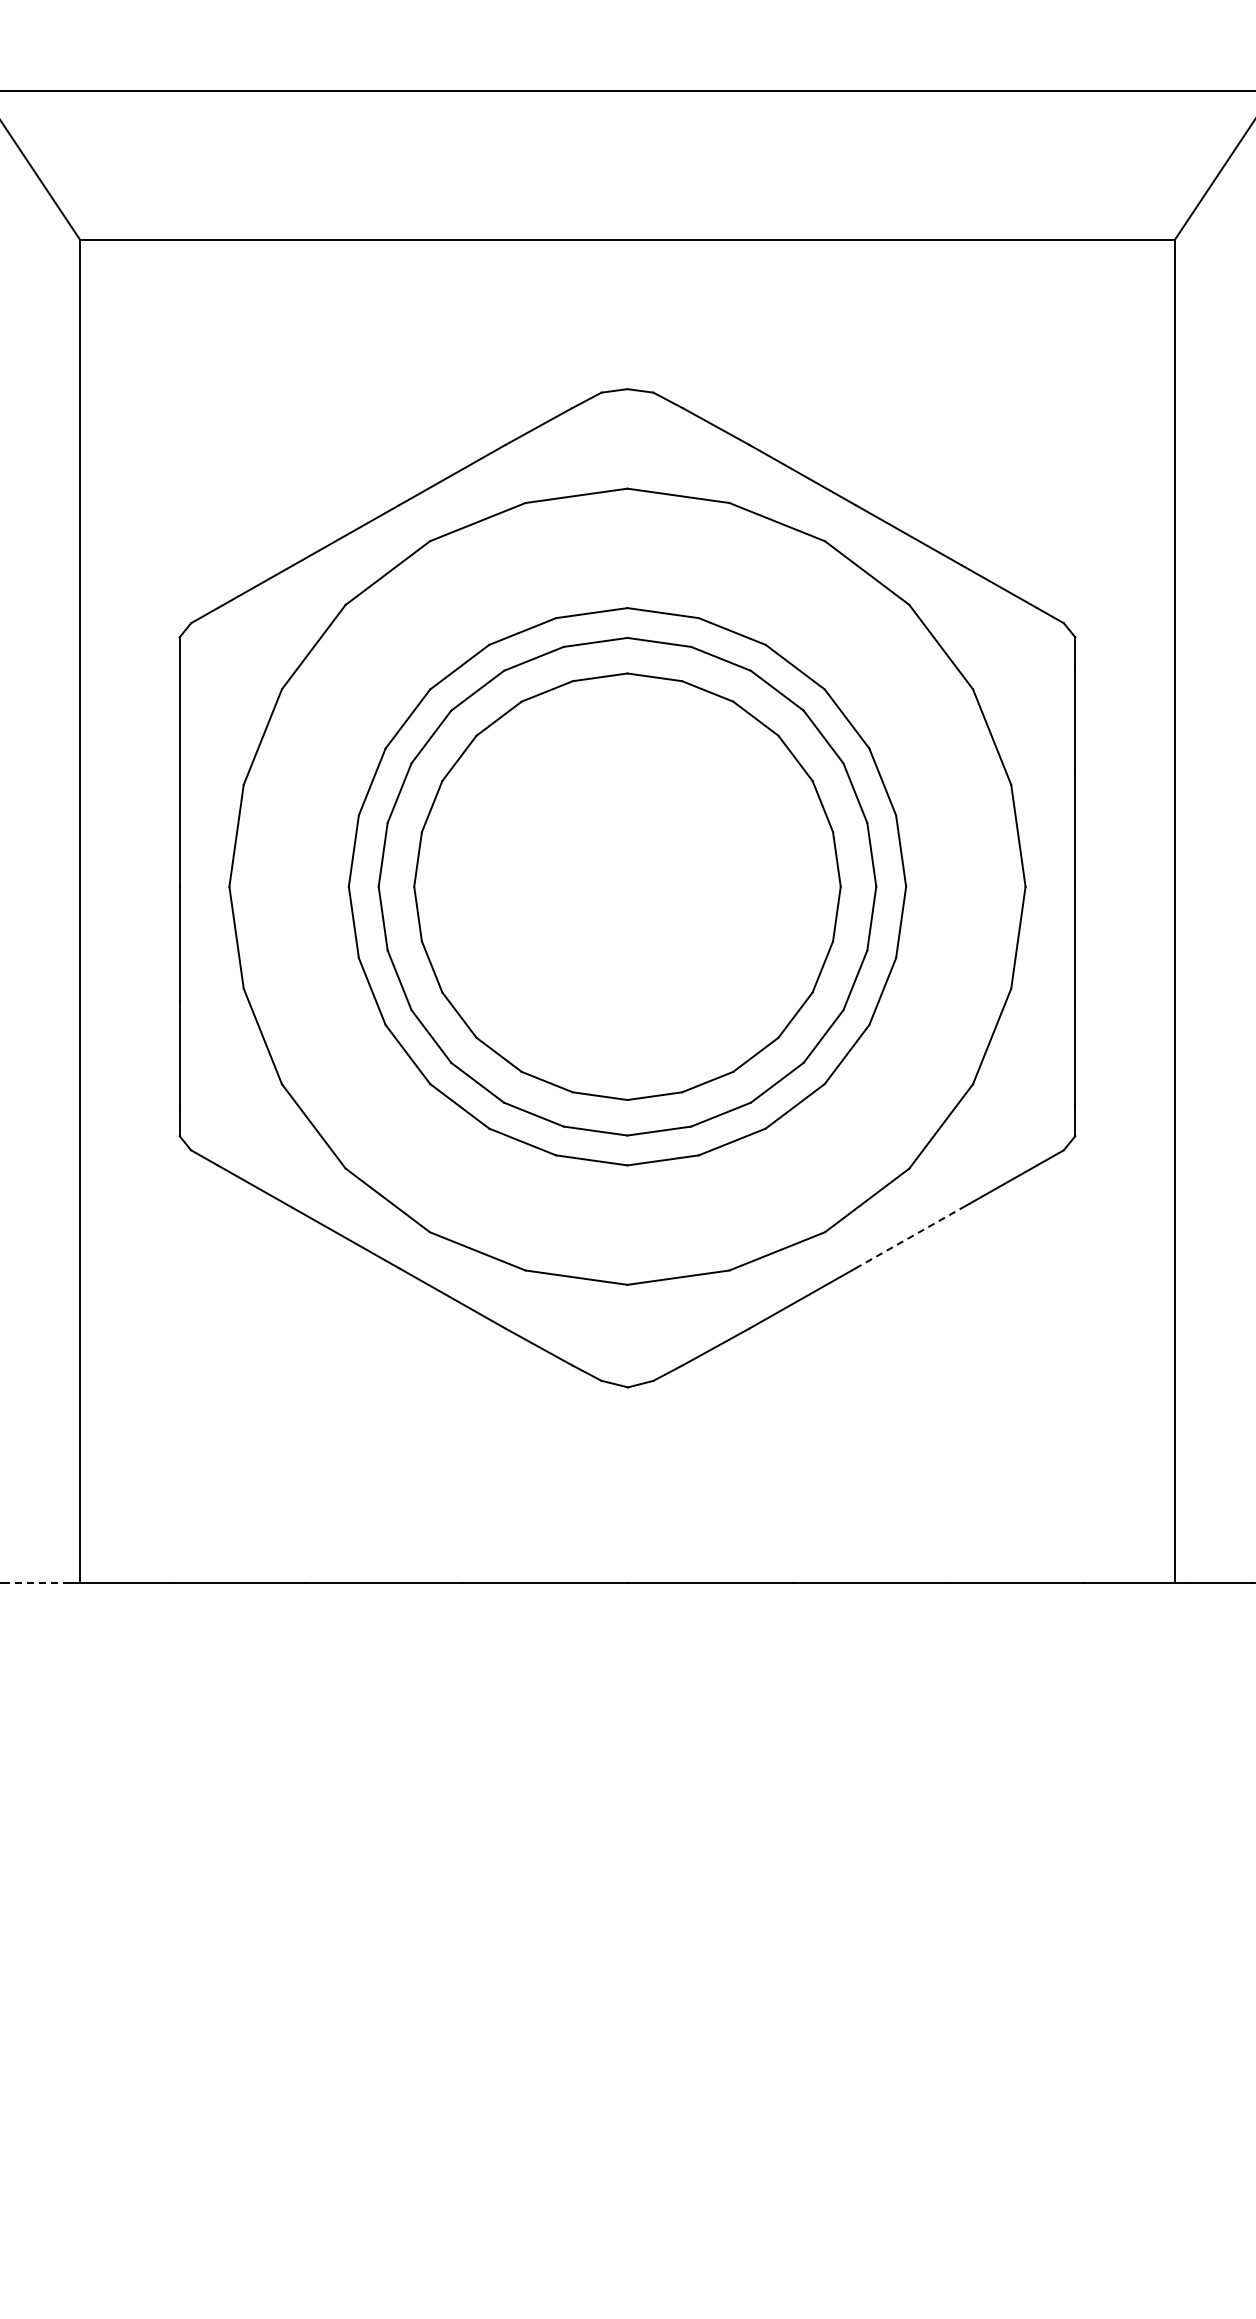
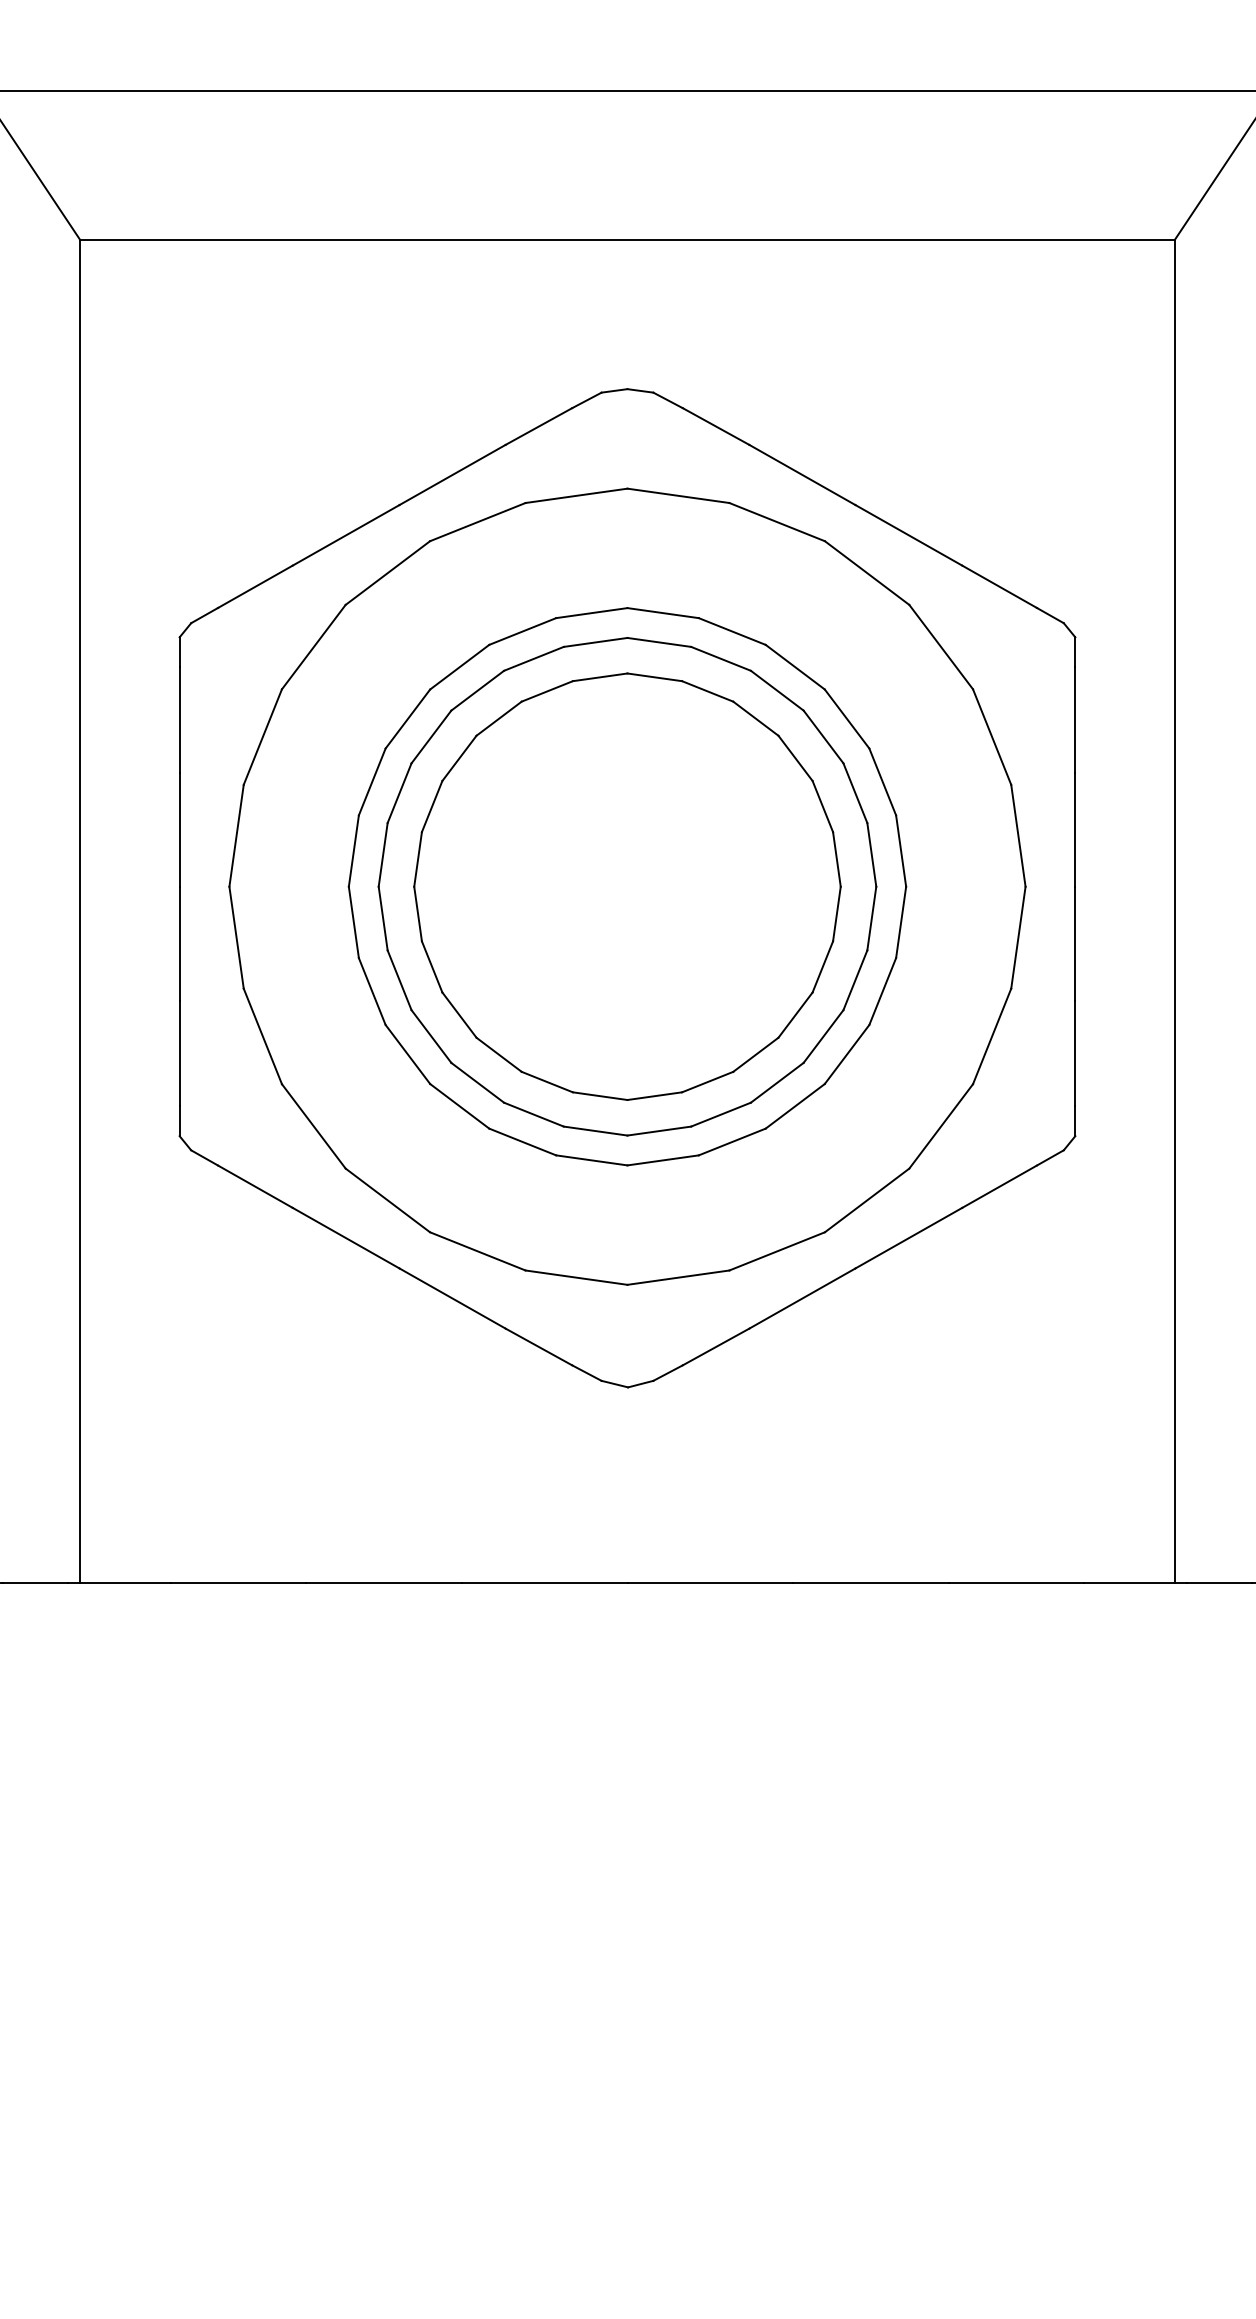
line at (909, 1237): dashed -> solid
line at (36, 1583): dashed -> solid
